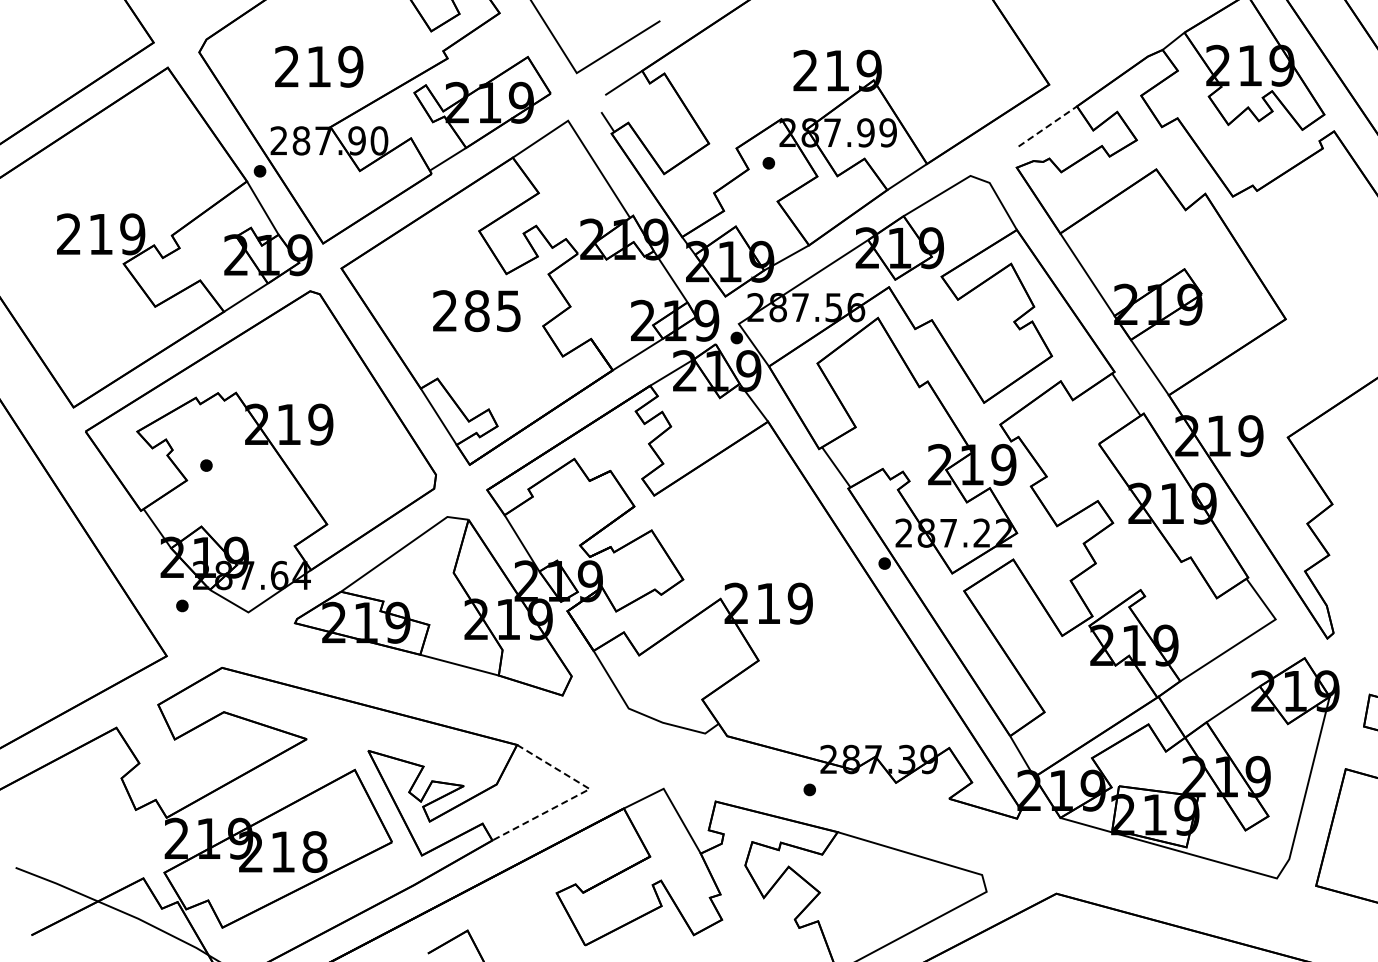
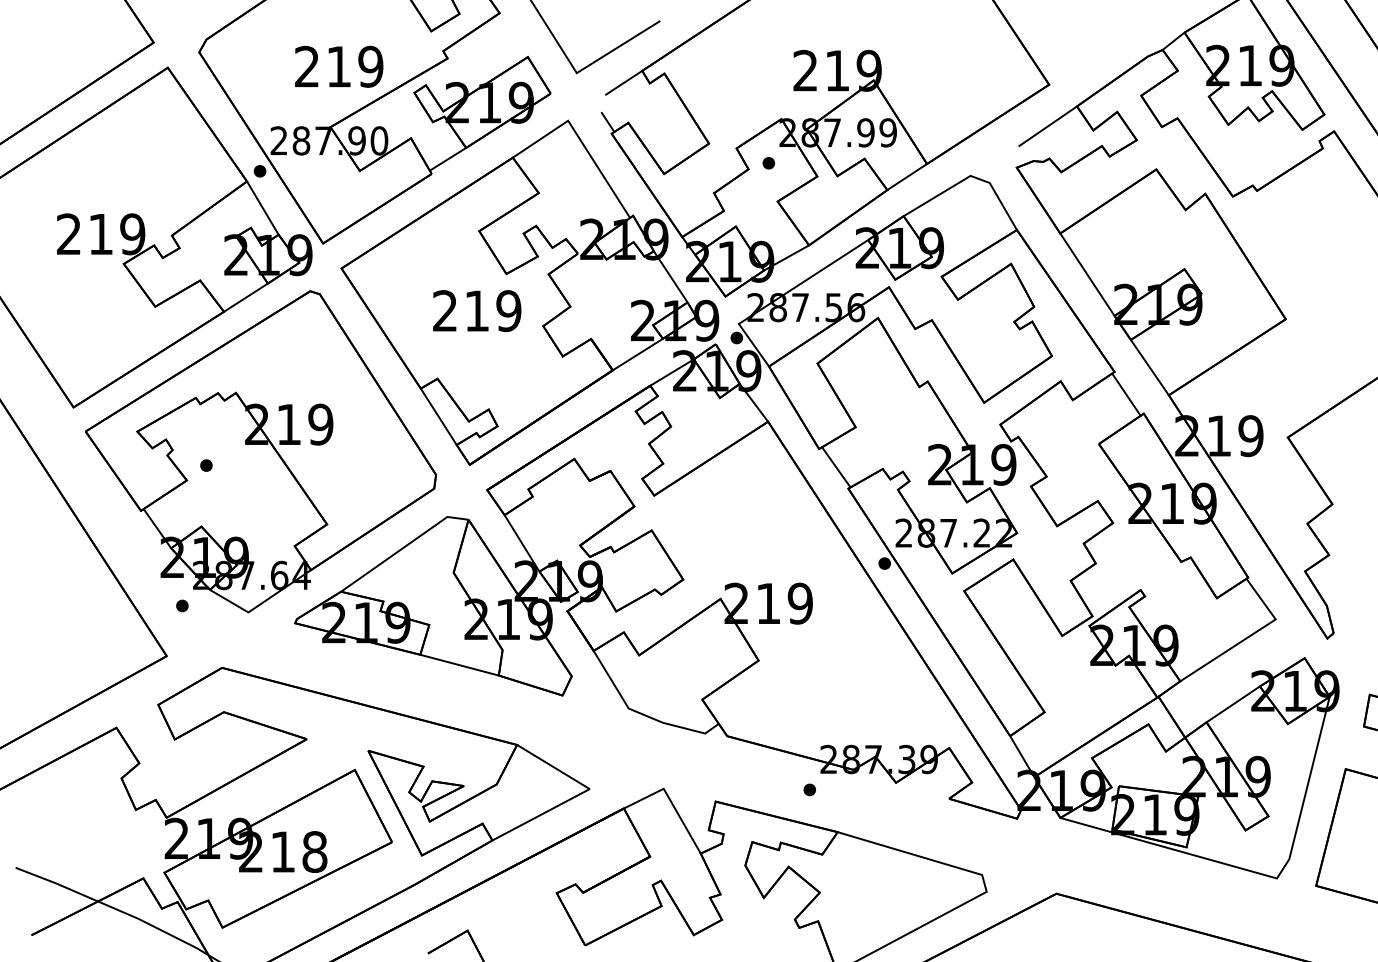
text at (319, 66) position: (319, 66) -> (339, 66)
line at (1048, 126): dashed -> solid
text at (492, 311): 285 -> 219
line at (578, 795): dashed -> solid
